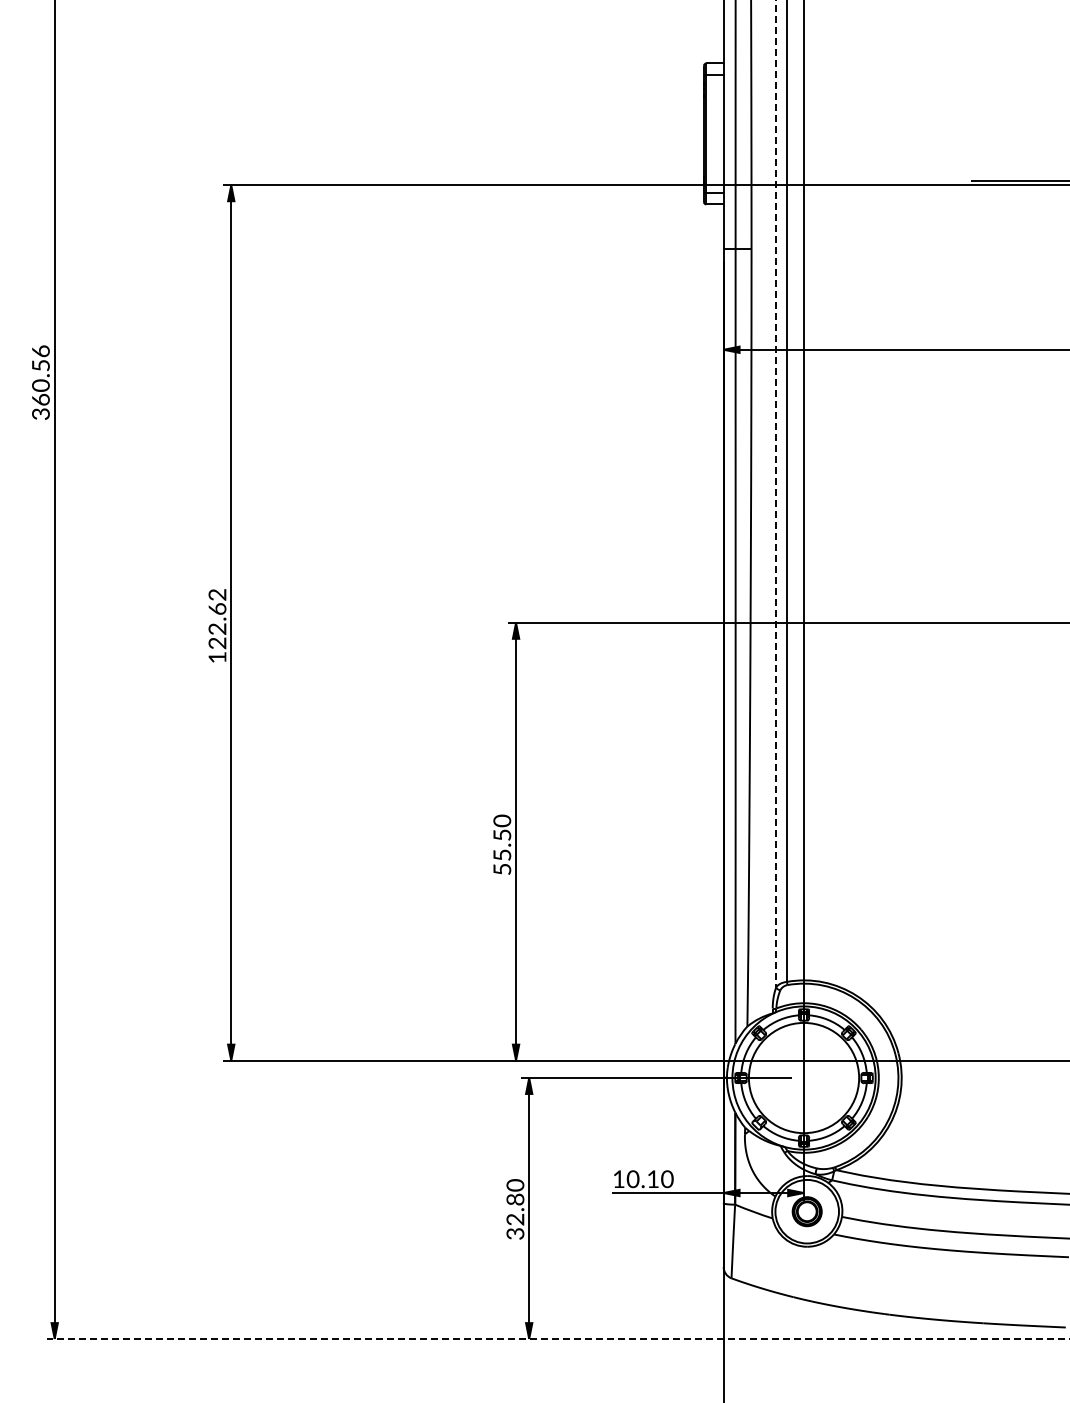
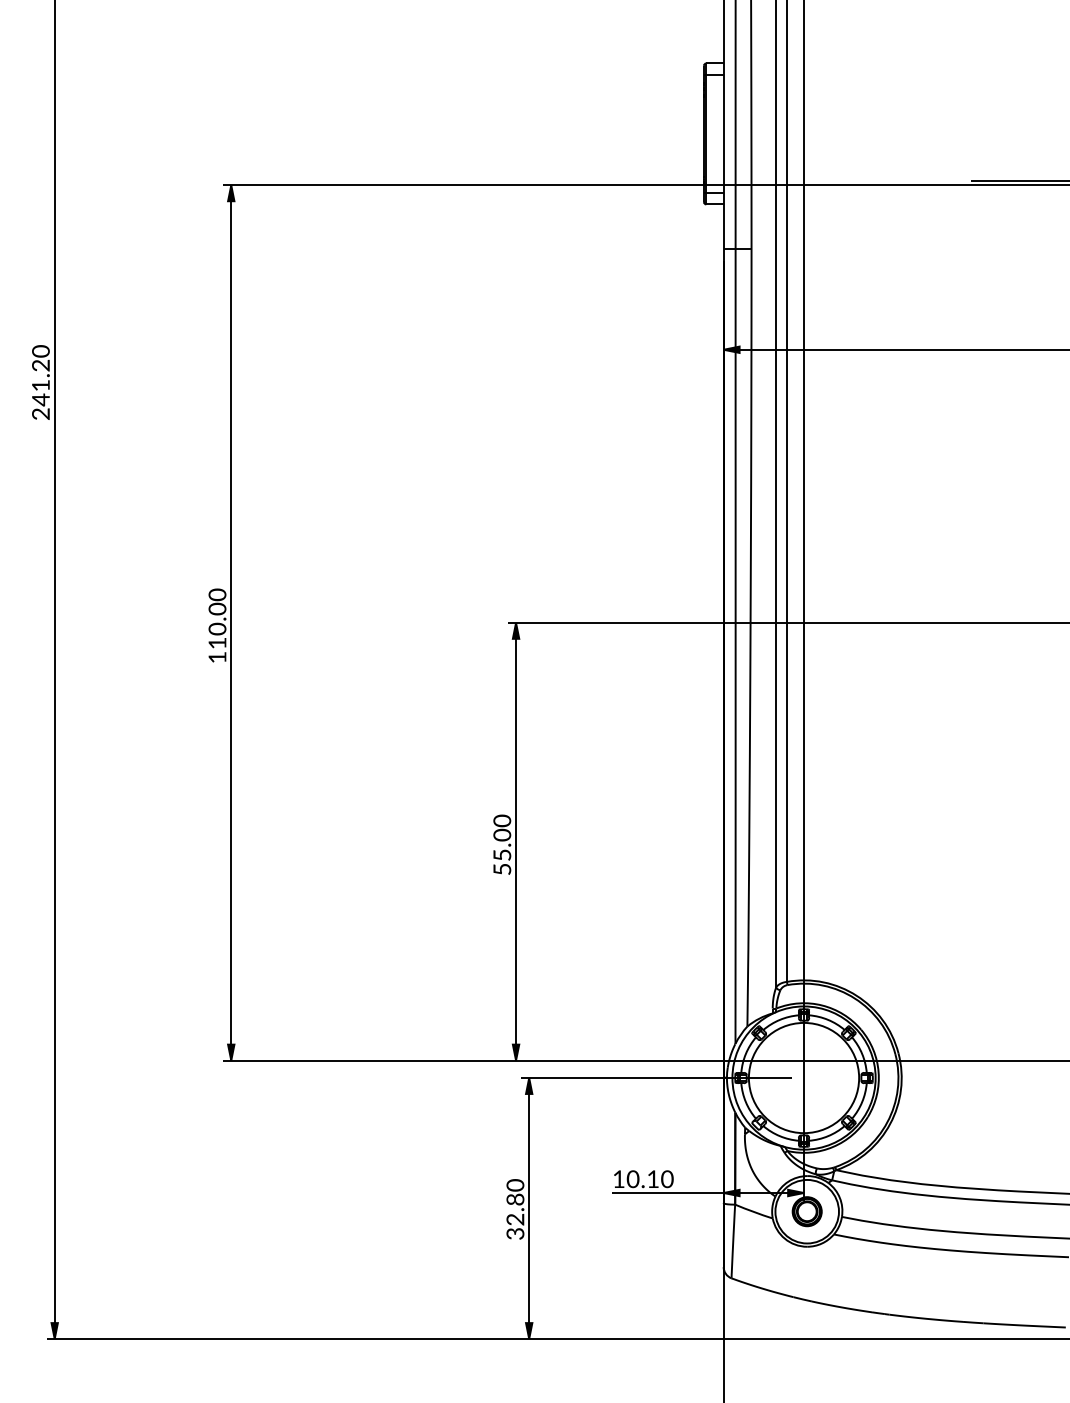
text at (40, 382): 360.56 -> 241.20
line at (776, 493): dashed -> solid
text at (217, 618): 122.62 -> 110.00
text at (502, 834): 55.50 -> 55.00
line at (557, 1339): dashed -> solid
